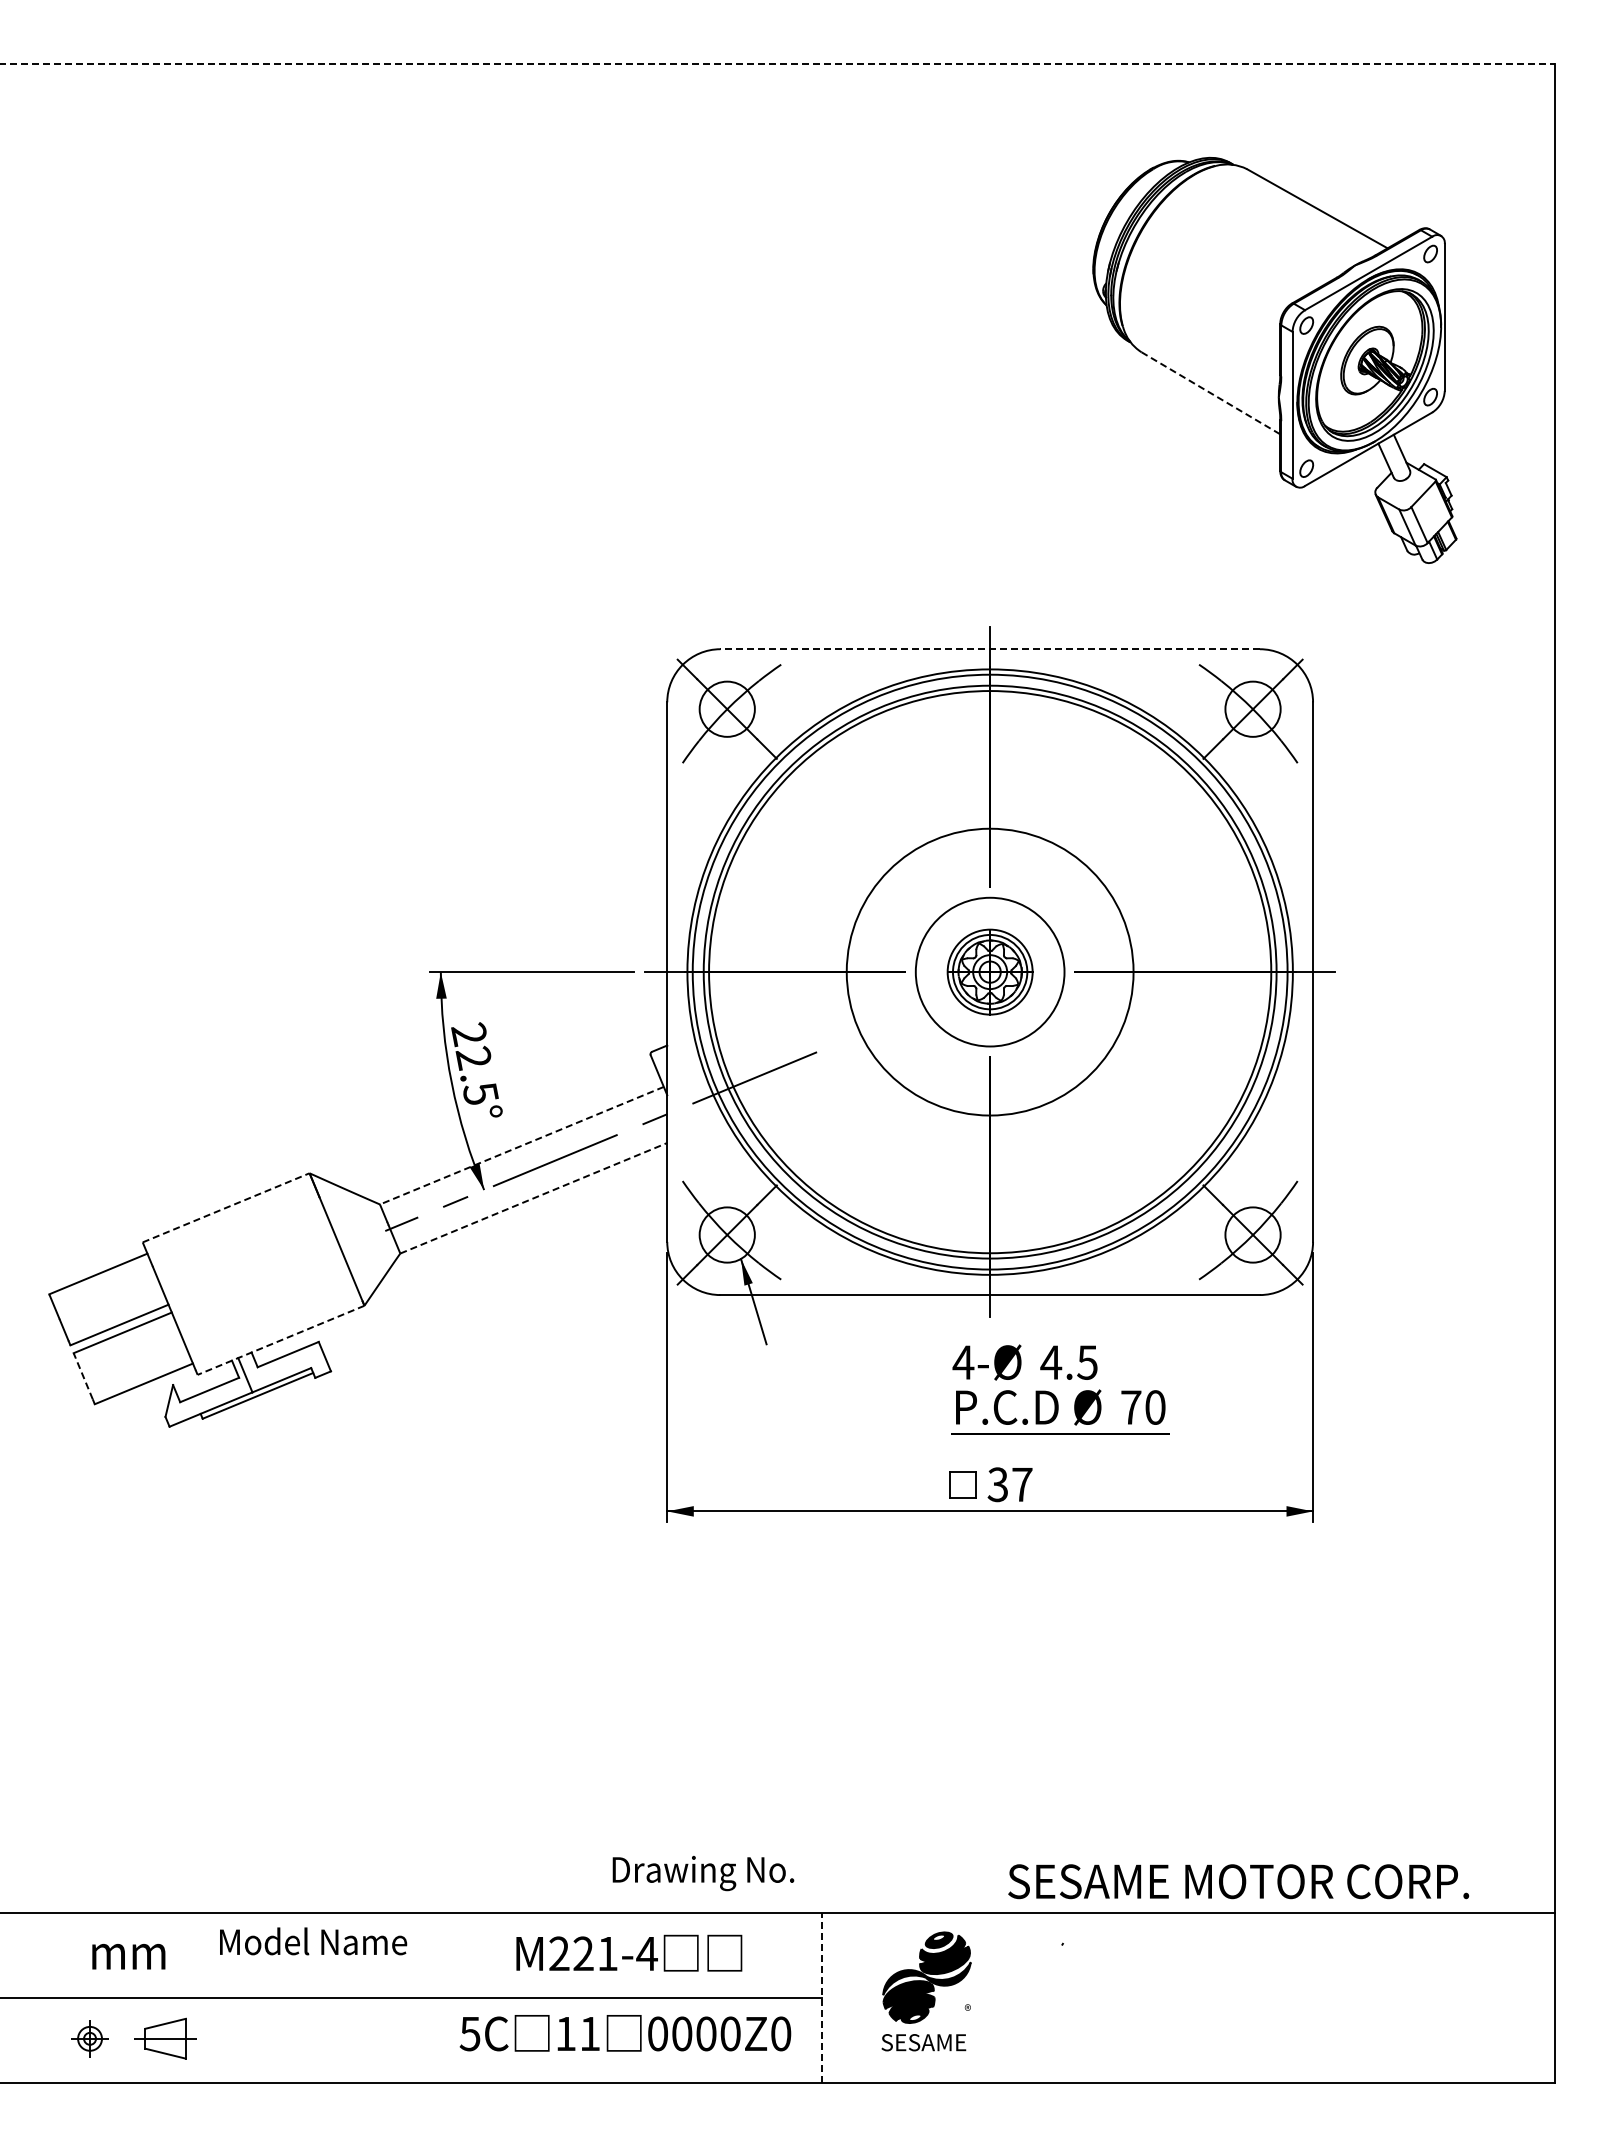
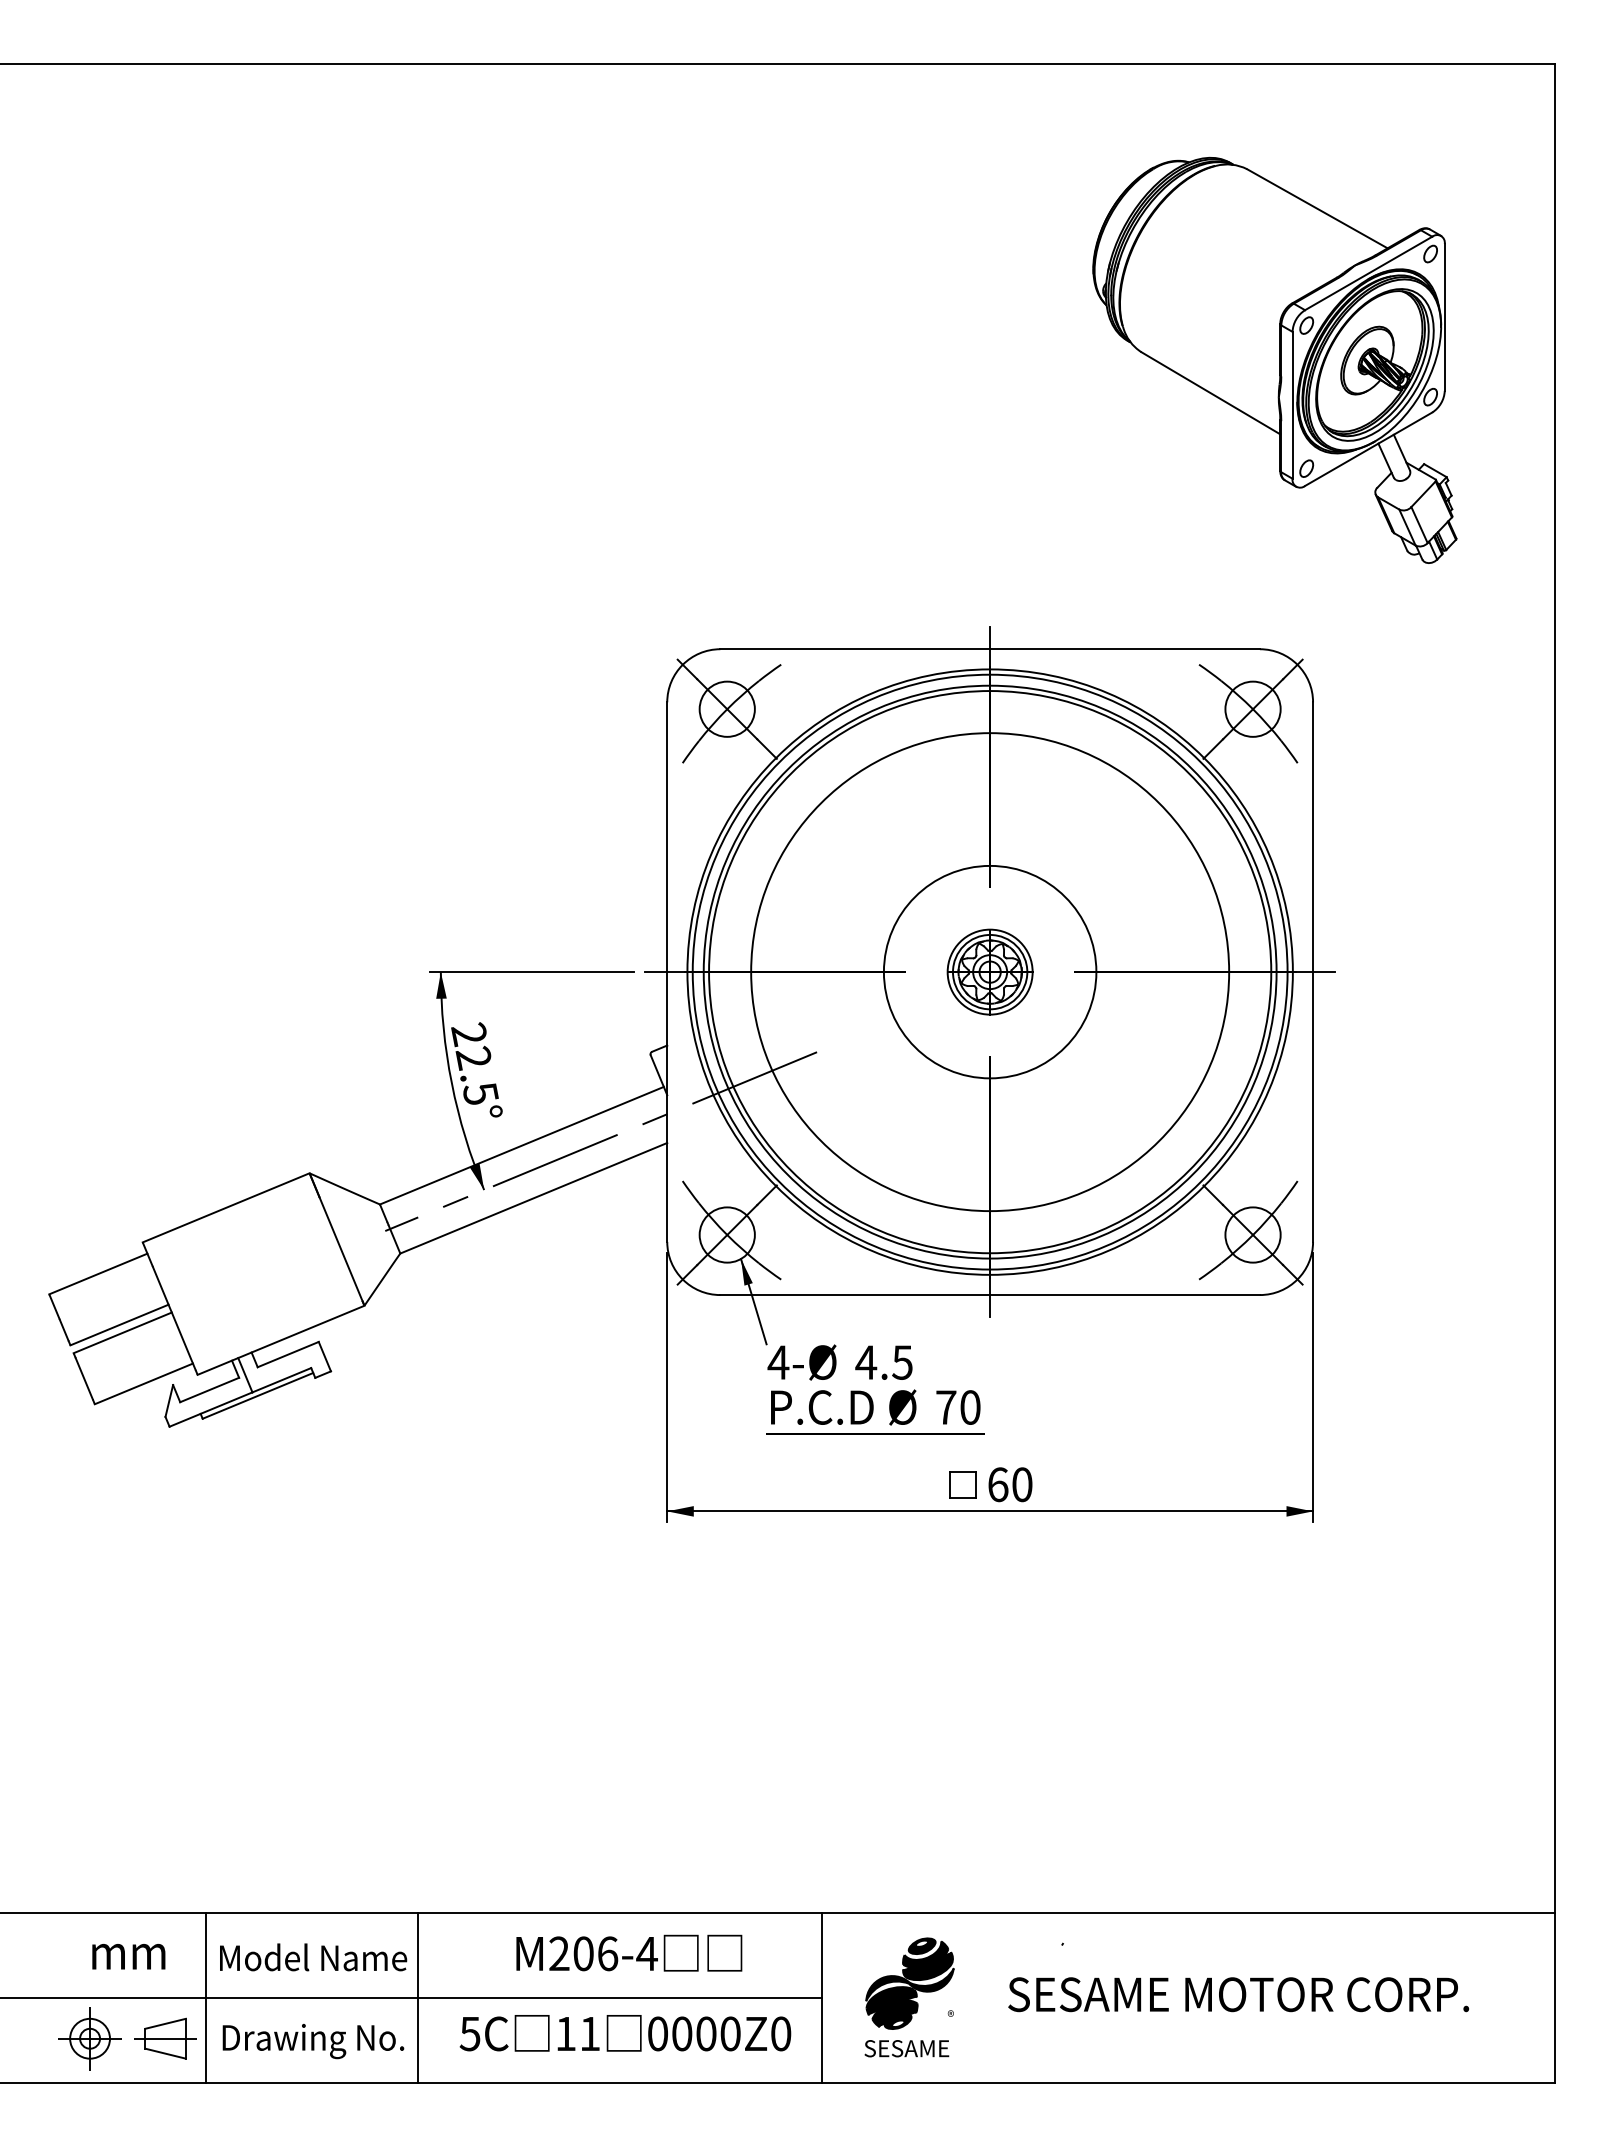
line at (778, 64): dashed -> solid
line at (1210, 393): dashed -> solid
line at (990, 649): dashed -> solid
circle at (989, 971) diameter: 149 px -> 212 px
circle at (989, 971) diameter: 287 px -> 478 px
line at (521, 1145): dashed -> solid
line at (534, 1198): dashed -> solid
line at (226, 1207): dashed -> solid
line at (280, 1340): dashed -> solid
line at (84, 1378): dashed -> solid
part at (1054, 1394) position: (1054, 1394) -> (869, 1394)
text at (1009, 1484): 37 -> 60
text at (703, 1873) position: (703, 1873) -> (313, 2041)
text at (1238, 1881) position: (1238, 1881) -> (1238, 1994)
text at (313, 1941) position: (313, 1941) -> (313, 1957)
text at (595, 1953): M221-4 -> M206-4
part at (926, 1991) position: (926, 1991) -> (909, 1997)
line at (206, 1997): none -> present
line at (418, 1997): none -> present
line at (822, 1997): dashed -> solid
part at (89, 2038) size: 38x38 px -> 64x64 px
